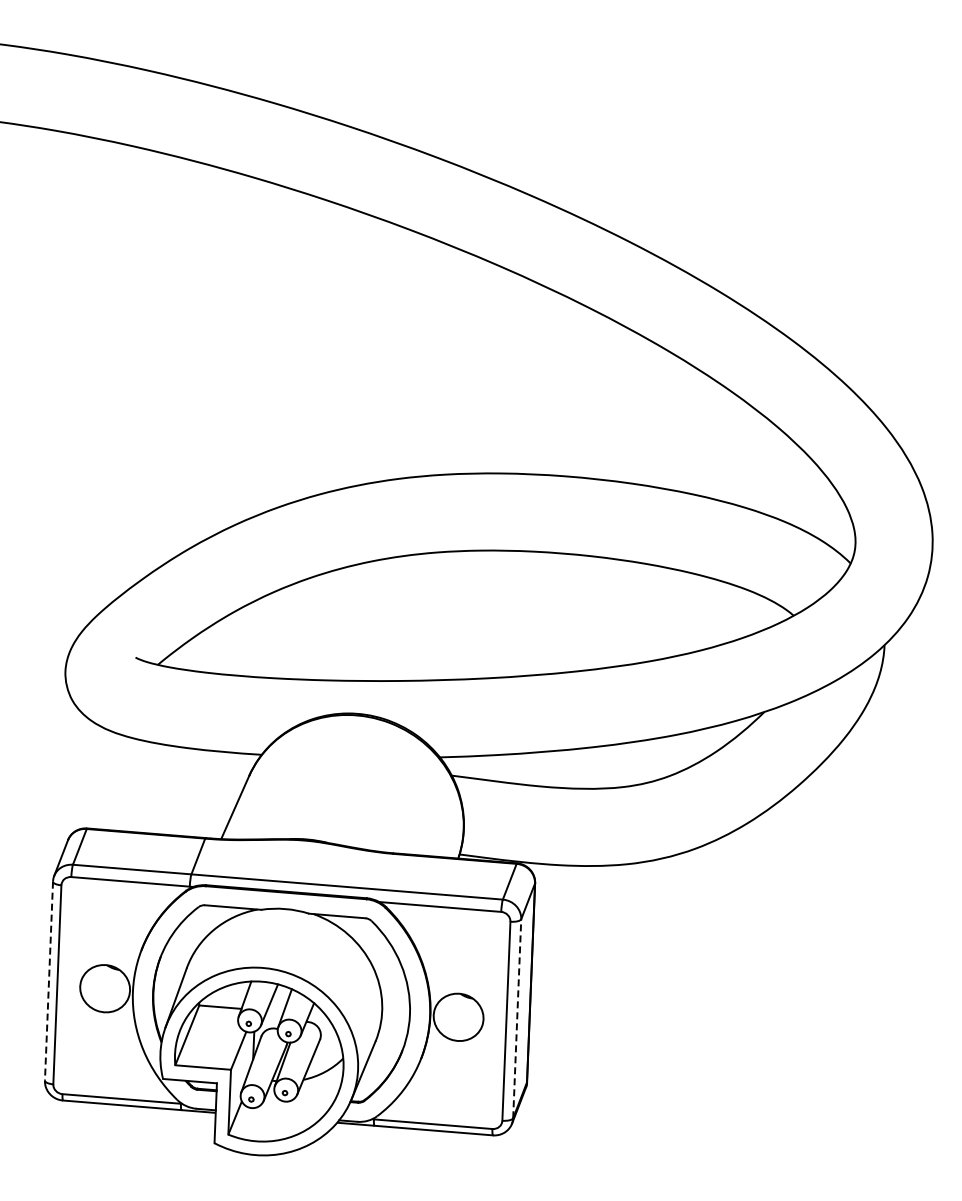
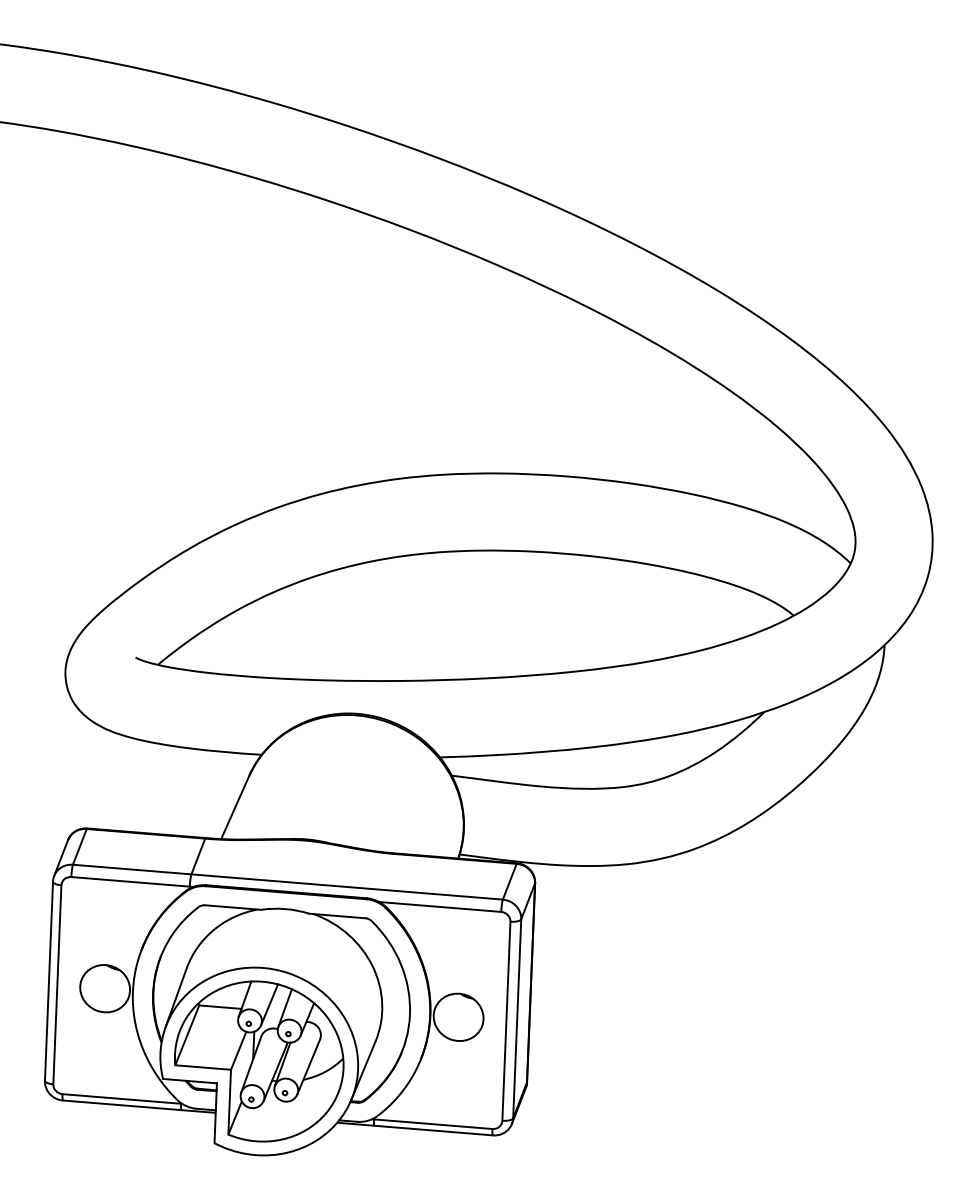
line at (49, 981): dashed -> solid
line at (517, 1018): dashed -> solid
